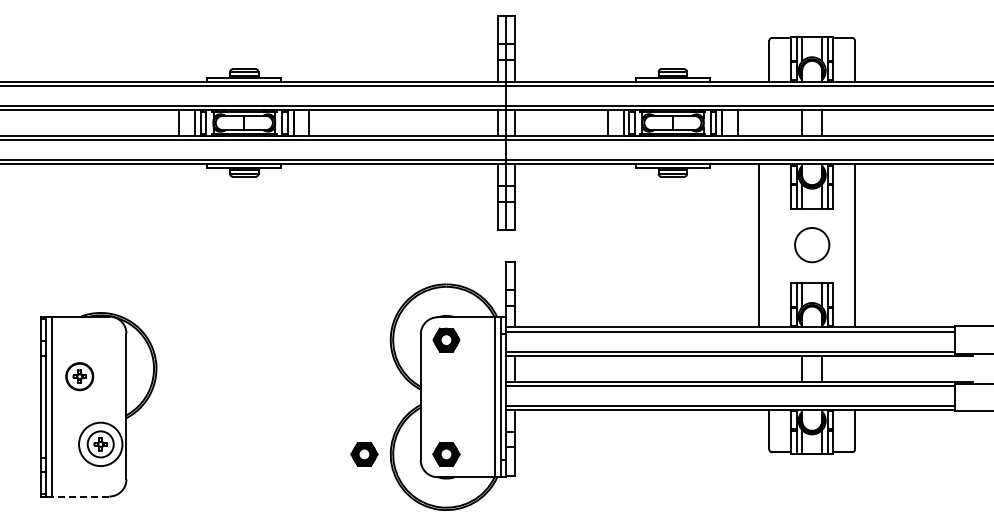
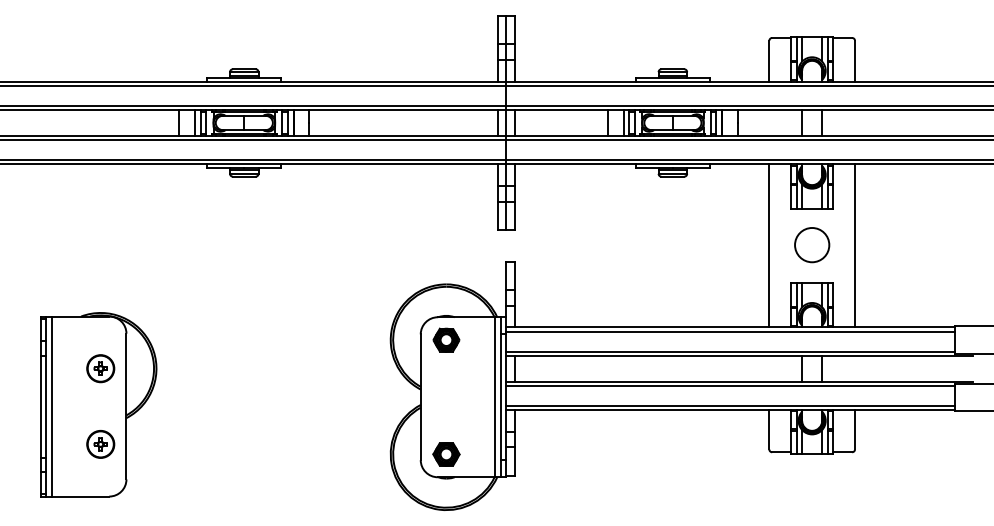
line at (759, 245) position: (759, 245) -> (769, 245)
part at (79, 376) position: (79, 376) -> (100, 368)
circle at (100, 444) diameter: 43 px -> 27 px
part at (364, 454): present -> none
line at (80, 496): dashed -> solid
